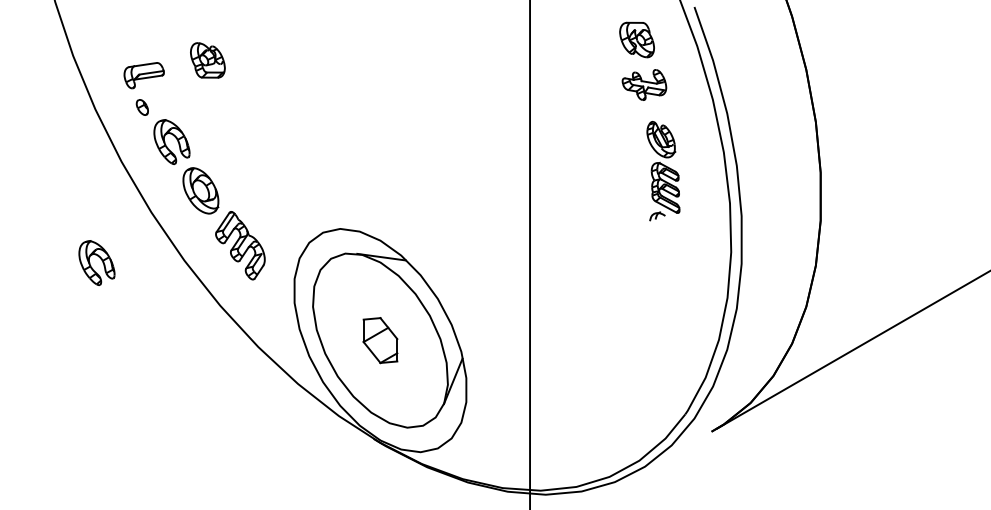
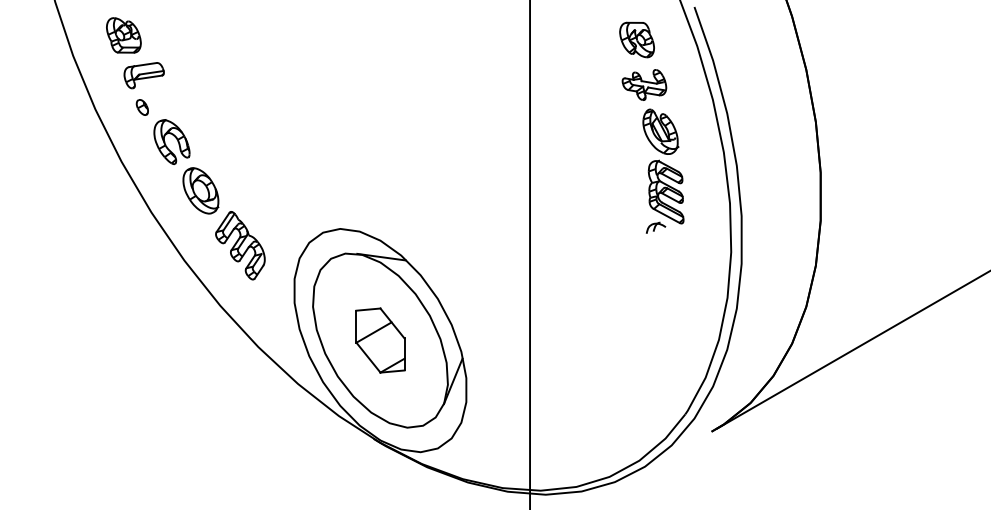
part at (207, 60) position: (207, 60) -> (123, 35)
part at (663, 171) size: 35x101 px -> 43x126 px
part at (96, 262): present -> none
part at (380, 340) size: 37x48 px -> 51x67 px
